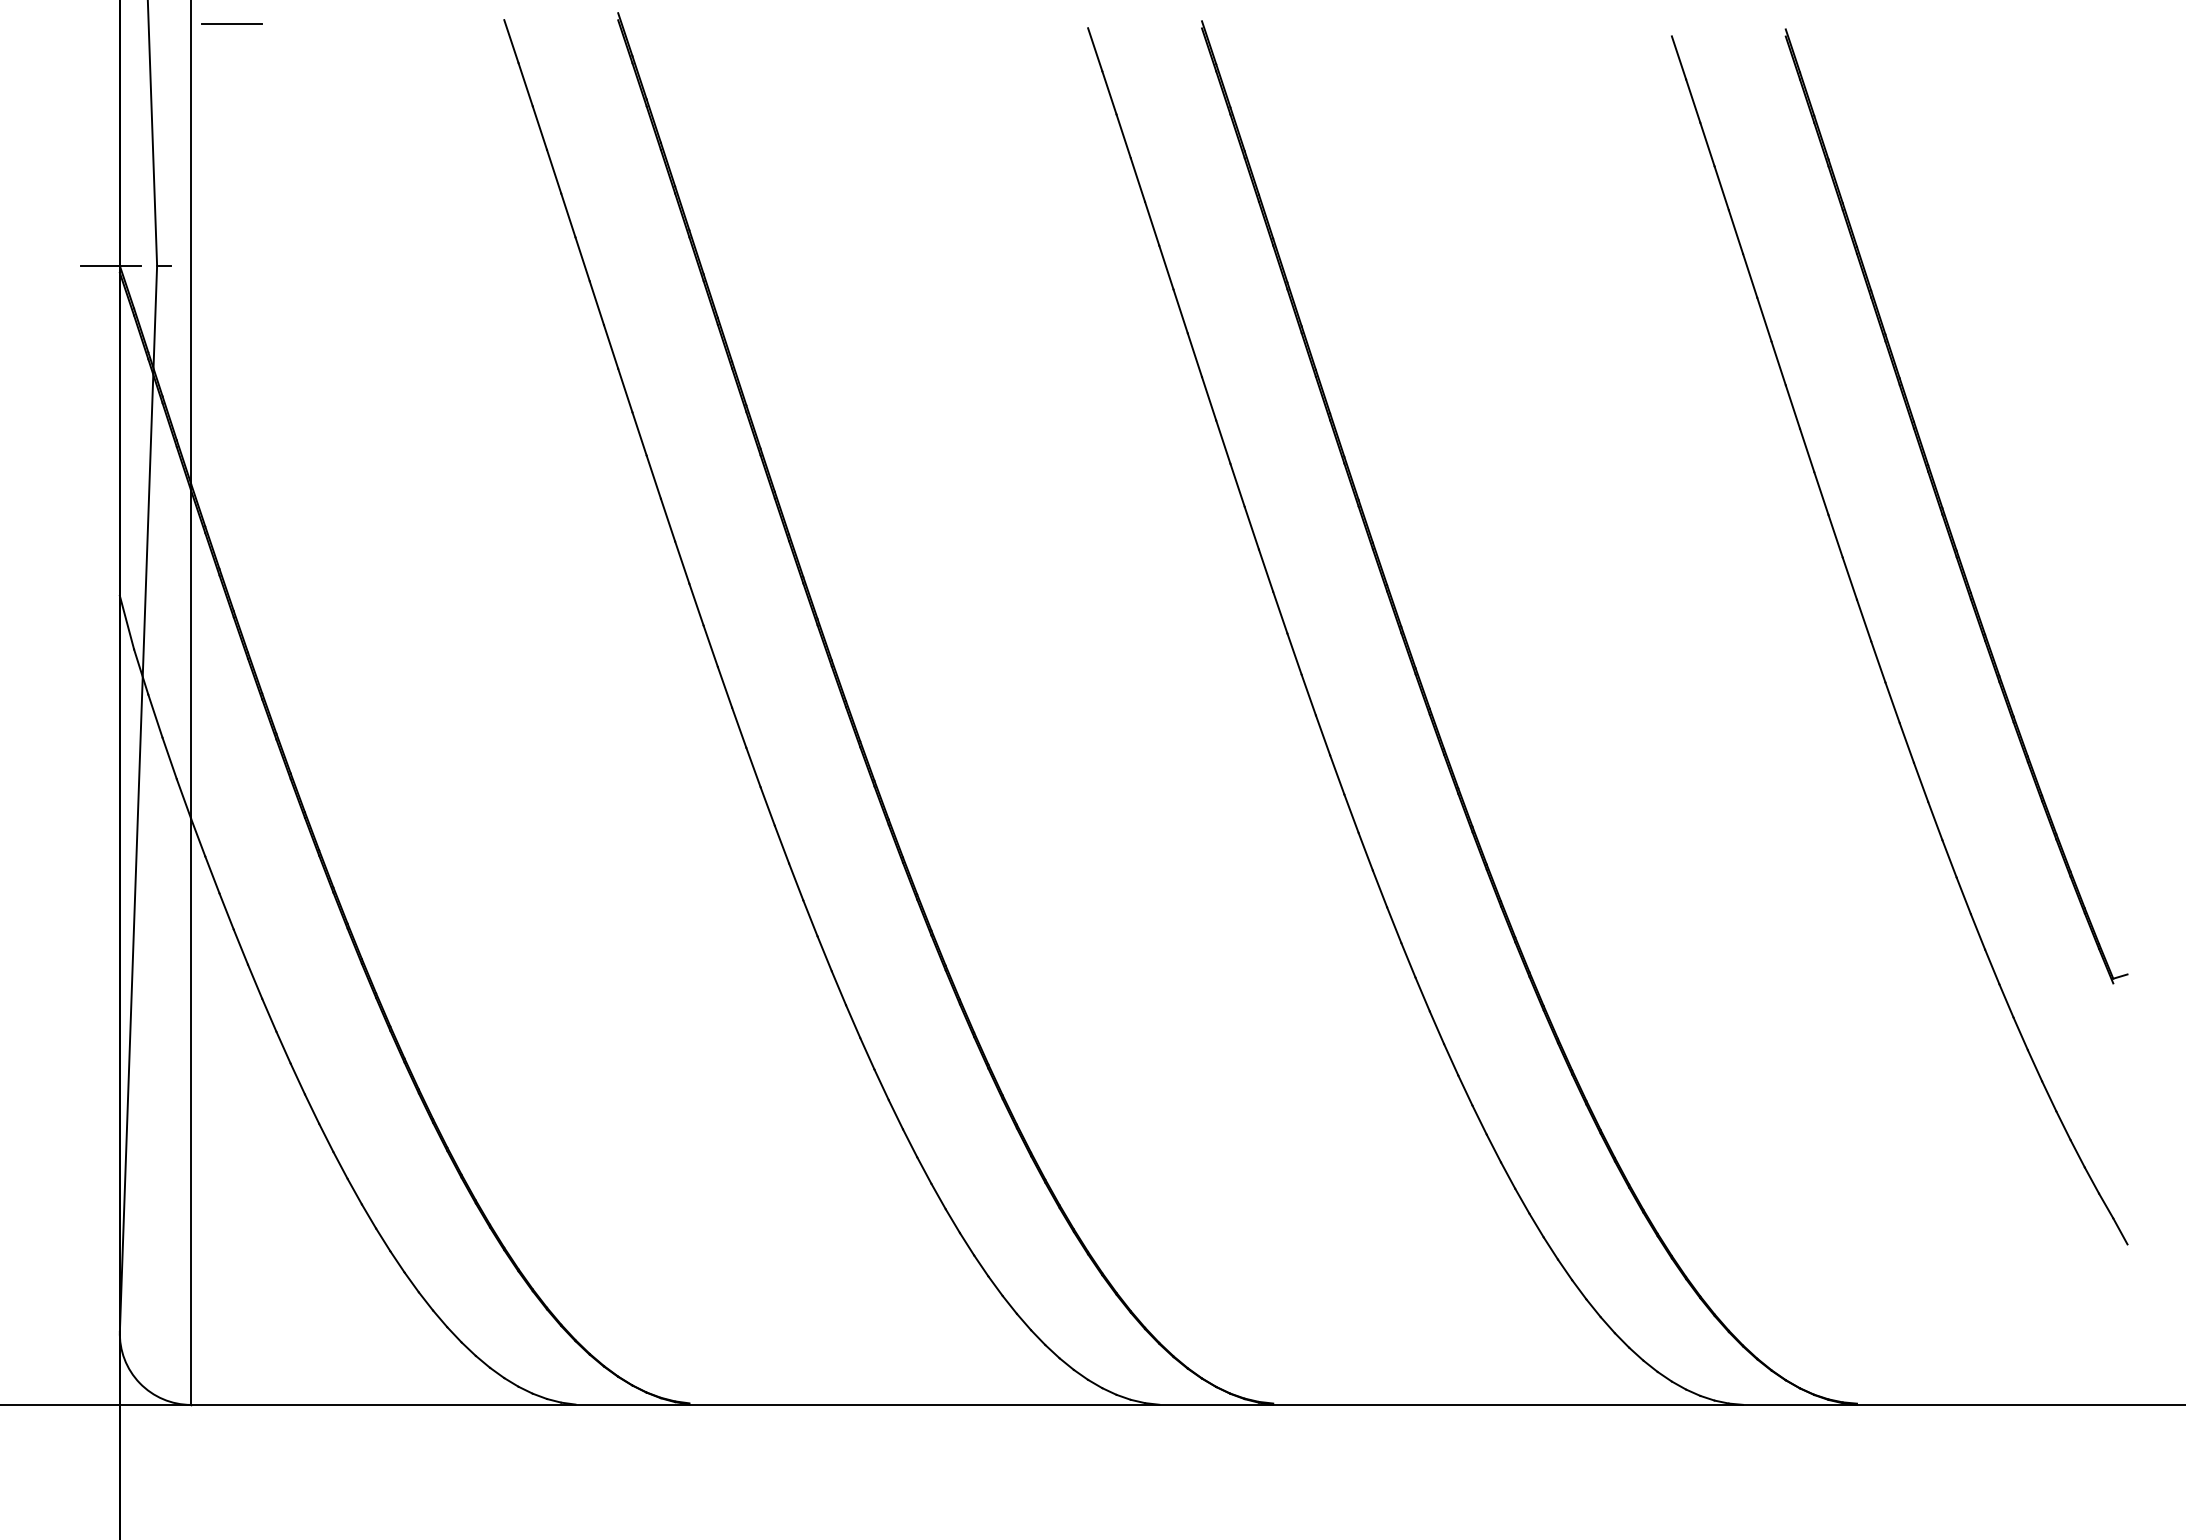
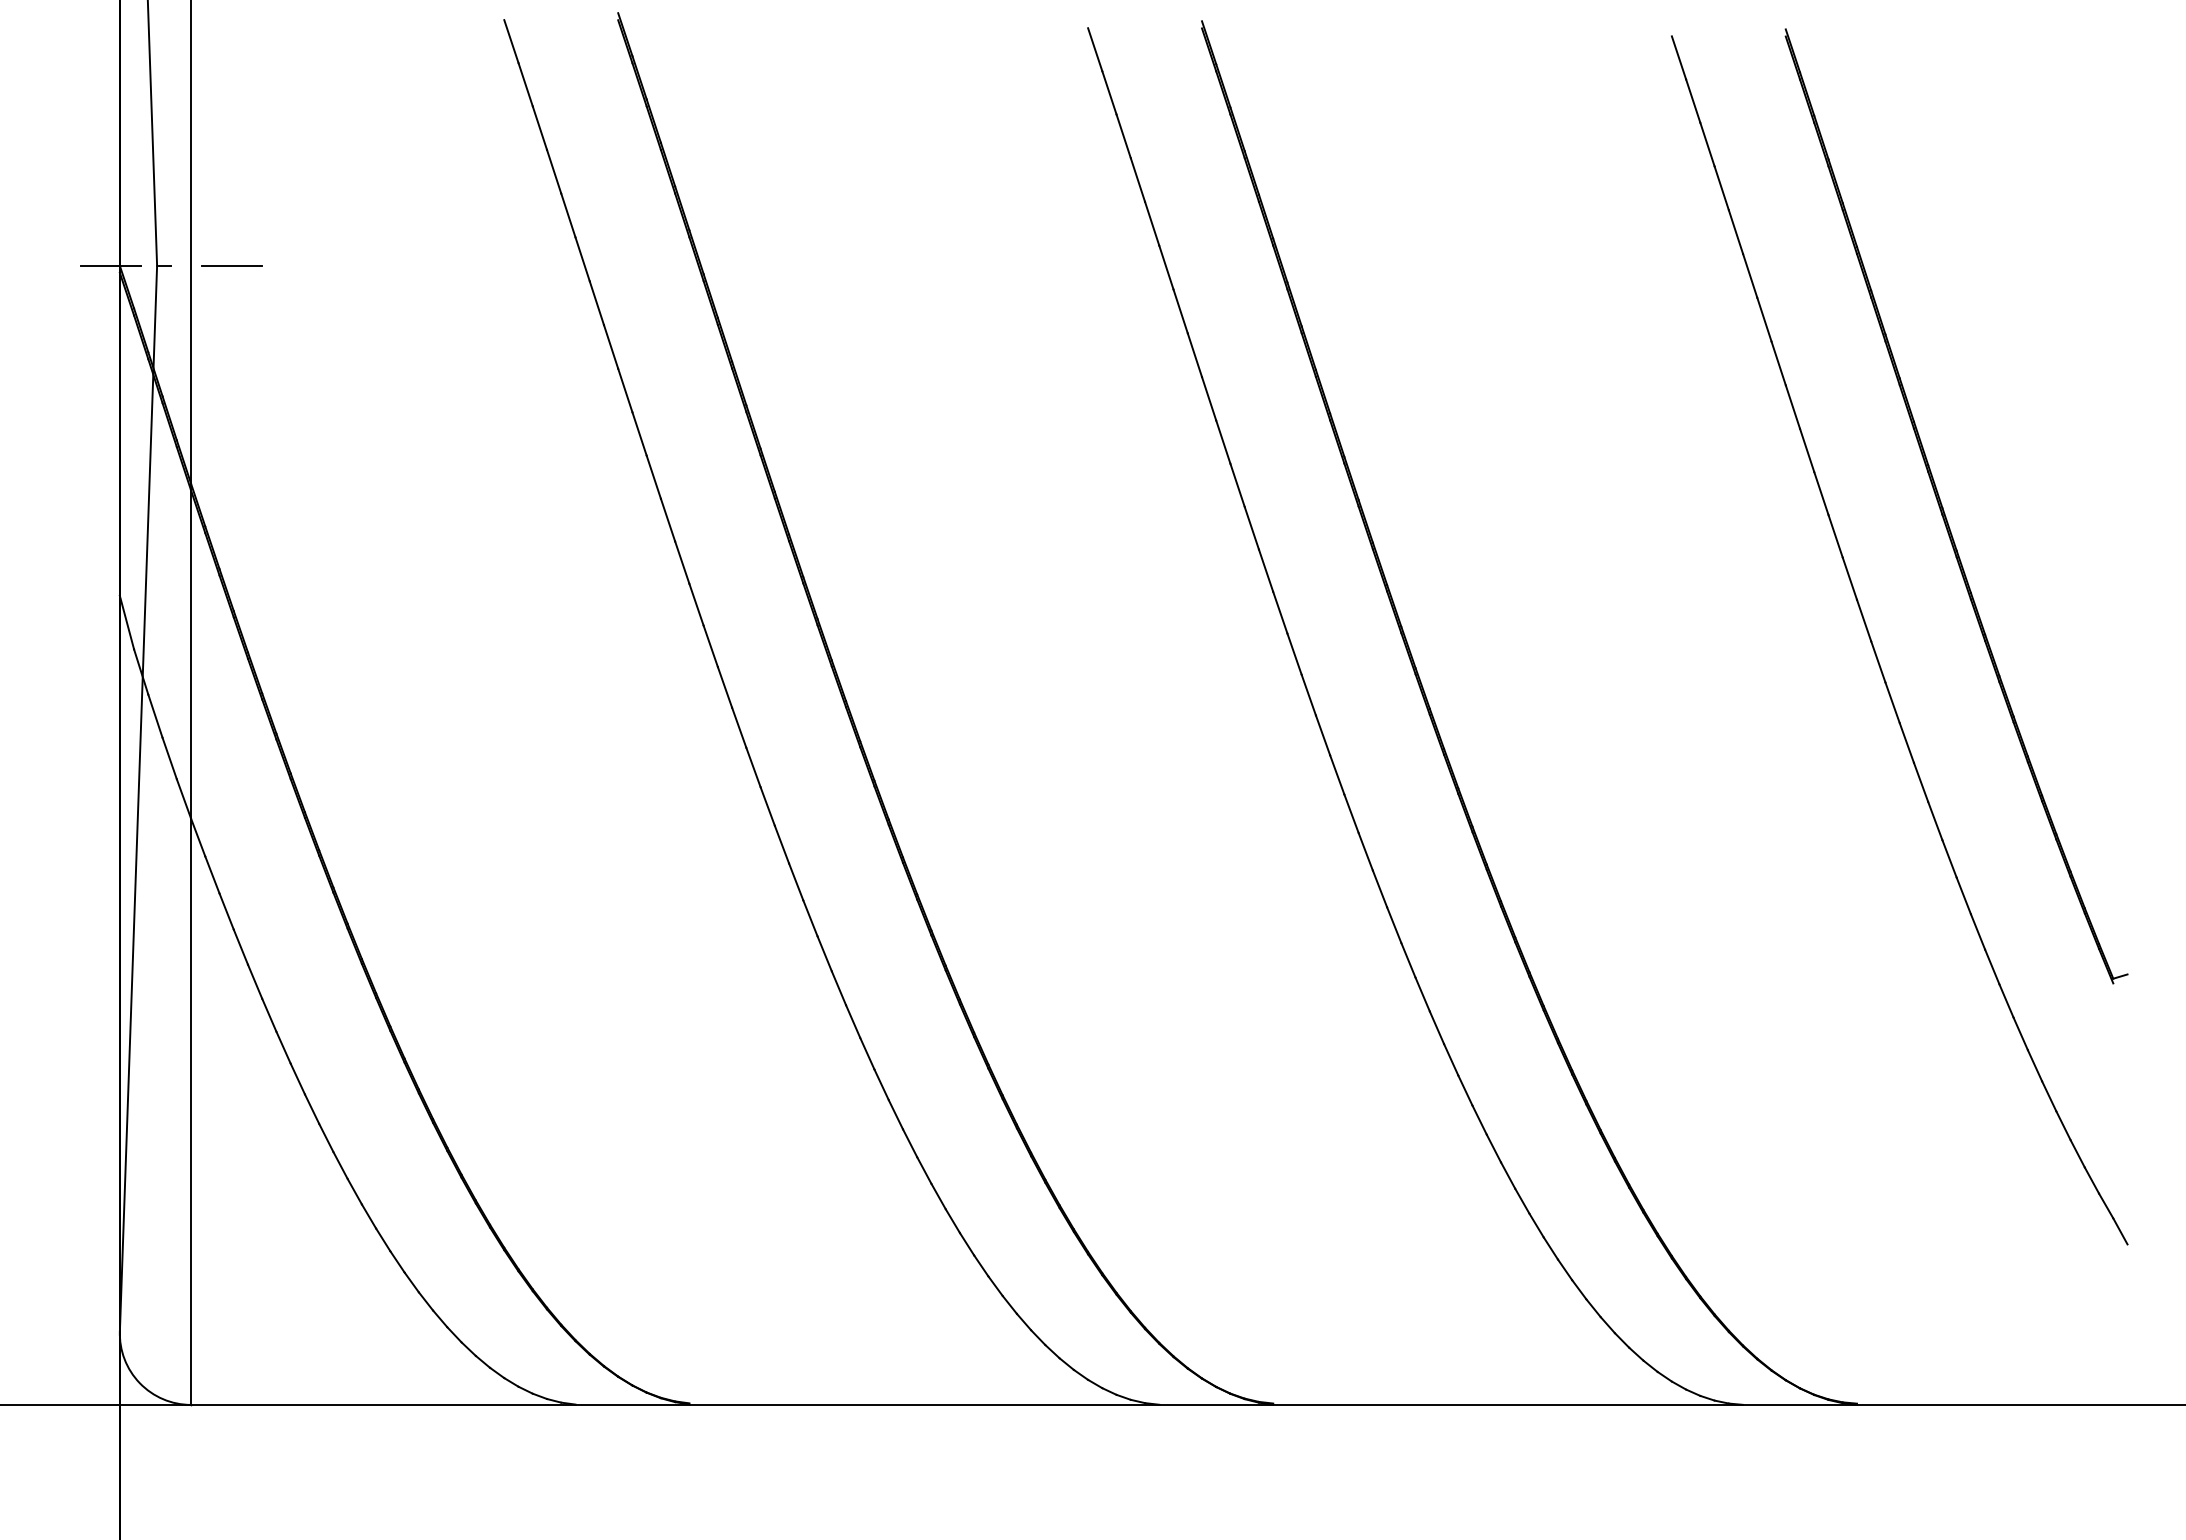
line at (231, 23) position: (231, 23) -> (231, 265)
